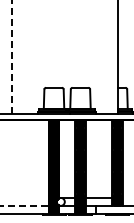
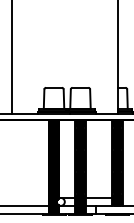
line at (11, 57): dashed -> solid
line at (25, 205): dashed -> solid
